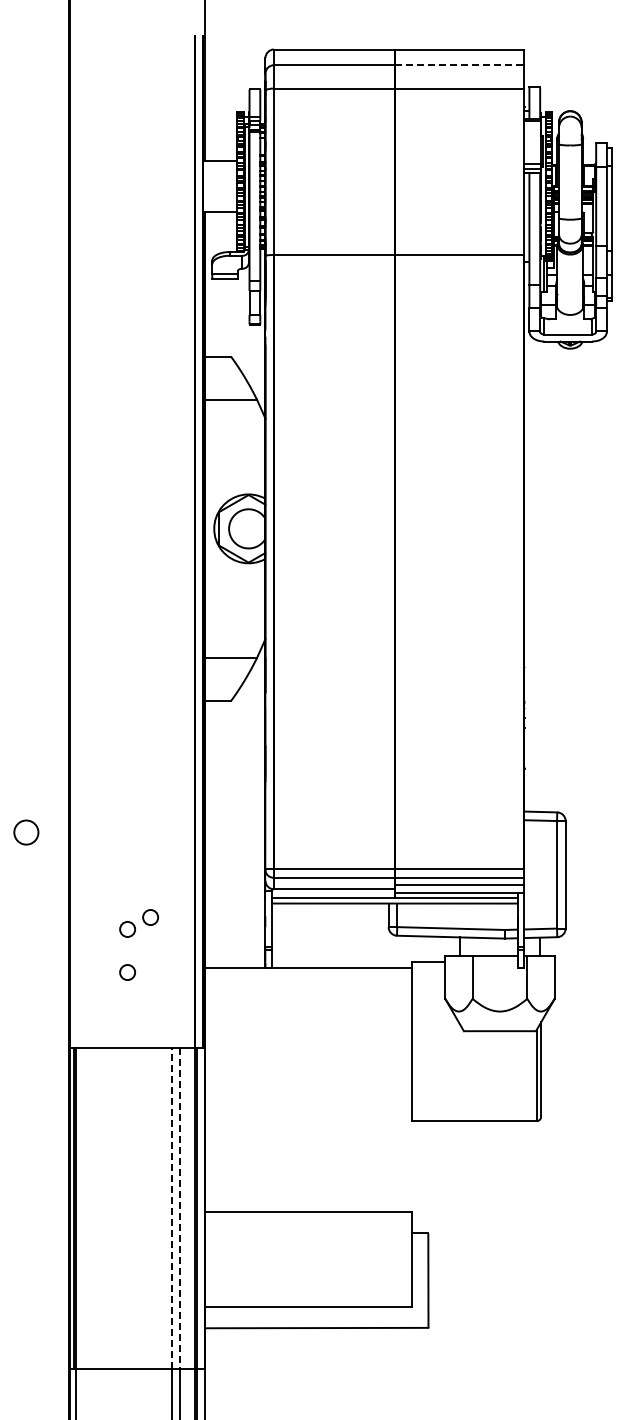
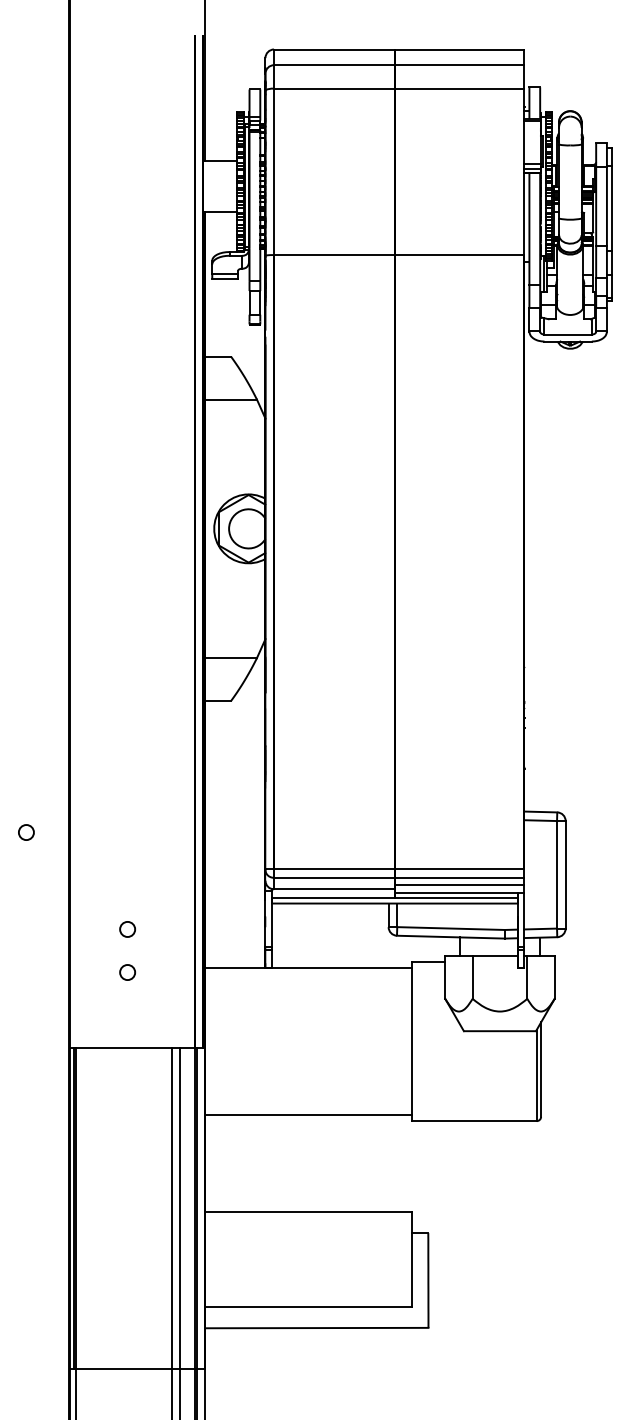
line at (459, 65): dashed -> solid
circle at (26, 832) size: 27x27 px -> 17x17 px
circle at (150, 917): present -> none
line at (308, 1114): none -> present
line at (171, 1207): dashed -> solid
line at (180, 1208): dashed -> solid
